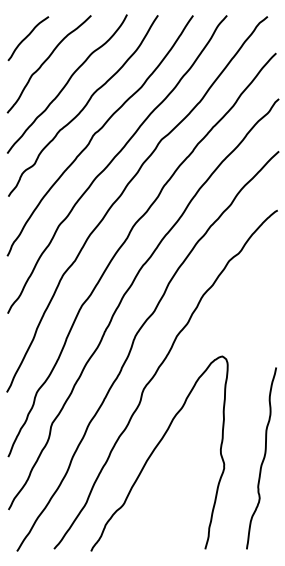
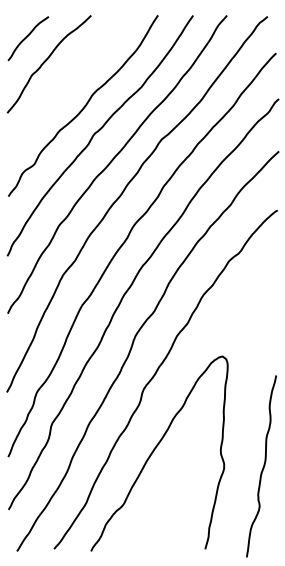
curve at (67, 83): present -> none
curve at (262, 459) position: (262, 459) -> (262, 467)
